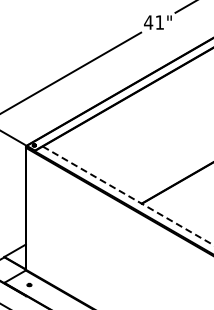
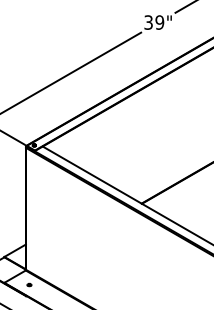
text at (154, 22): 41" -> 39"
line at (128, 195): dashed -> solid
